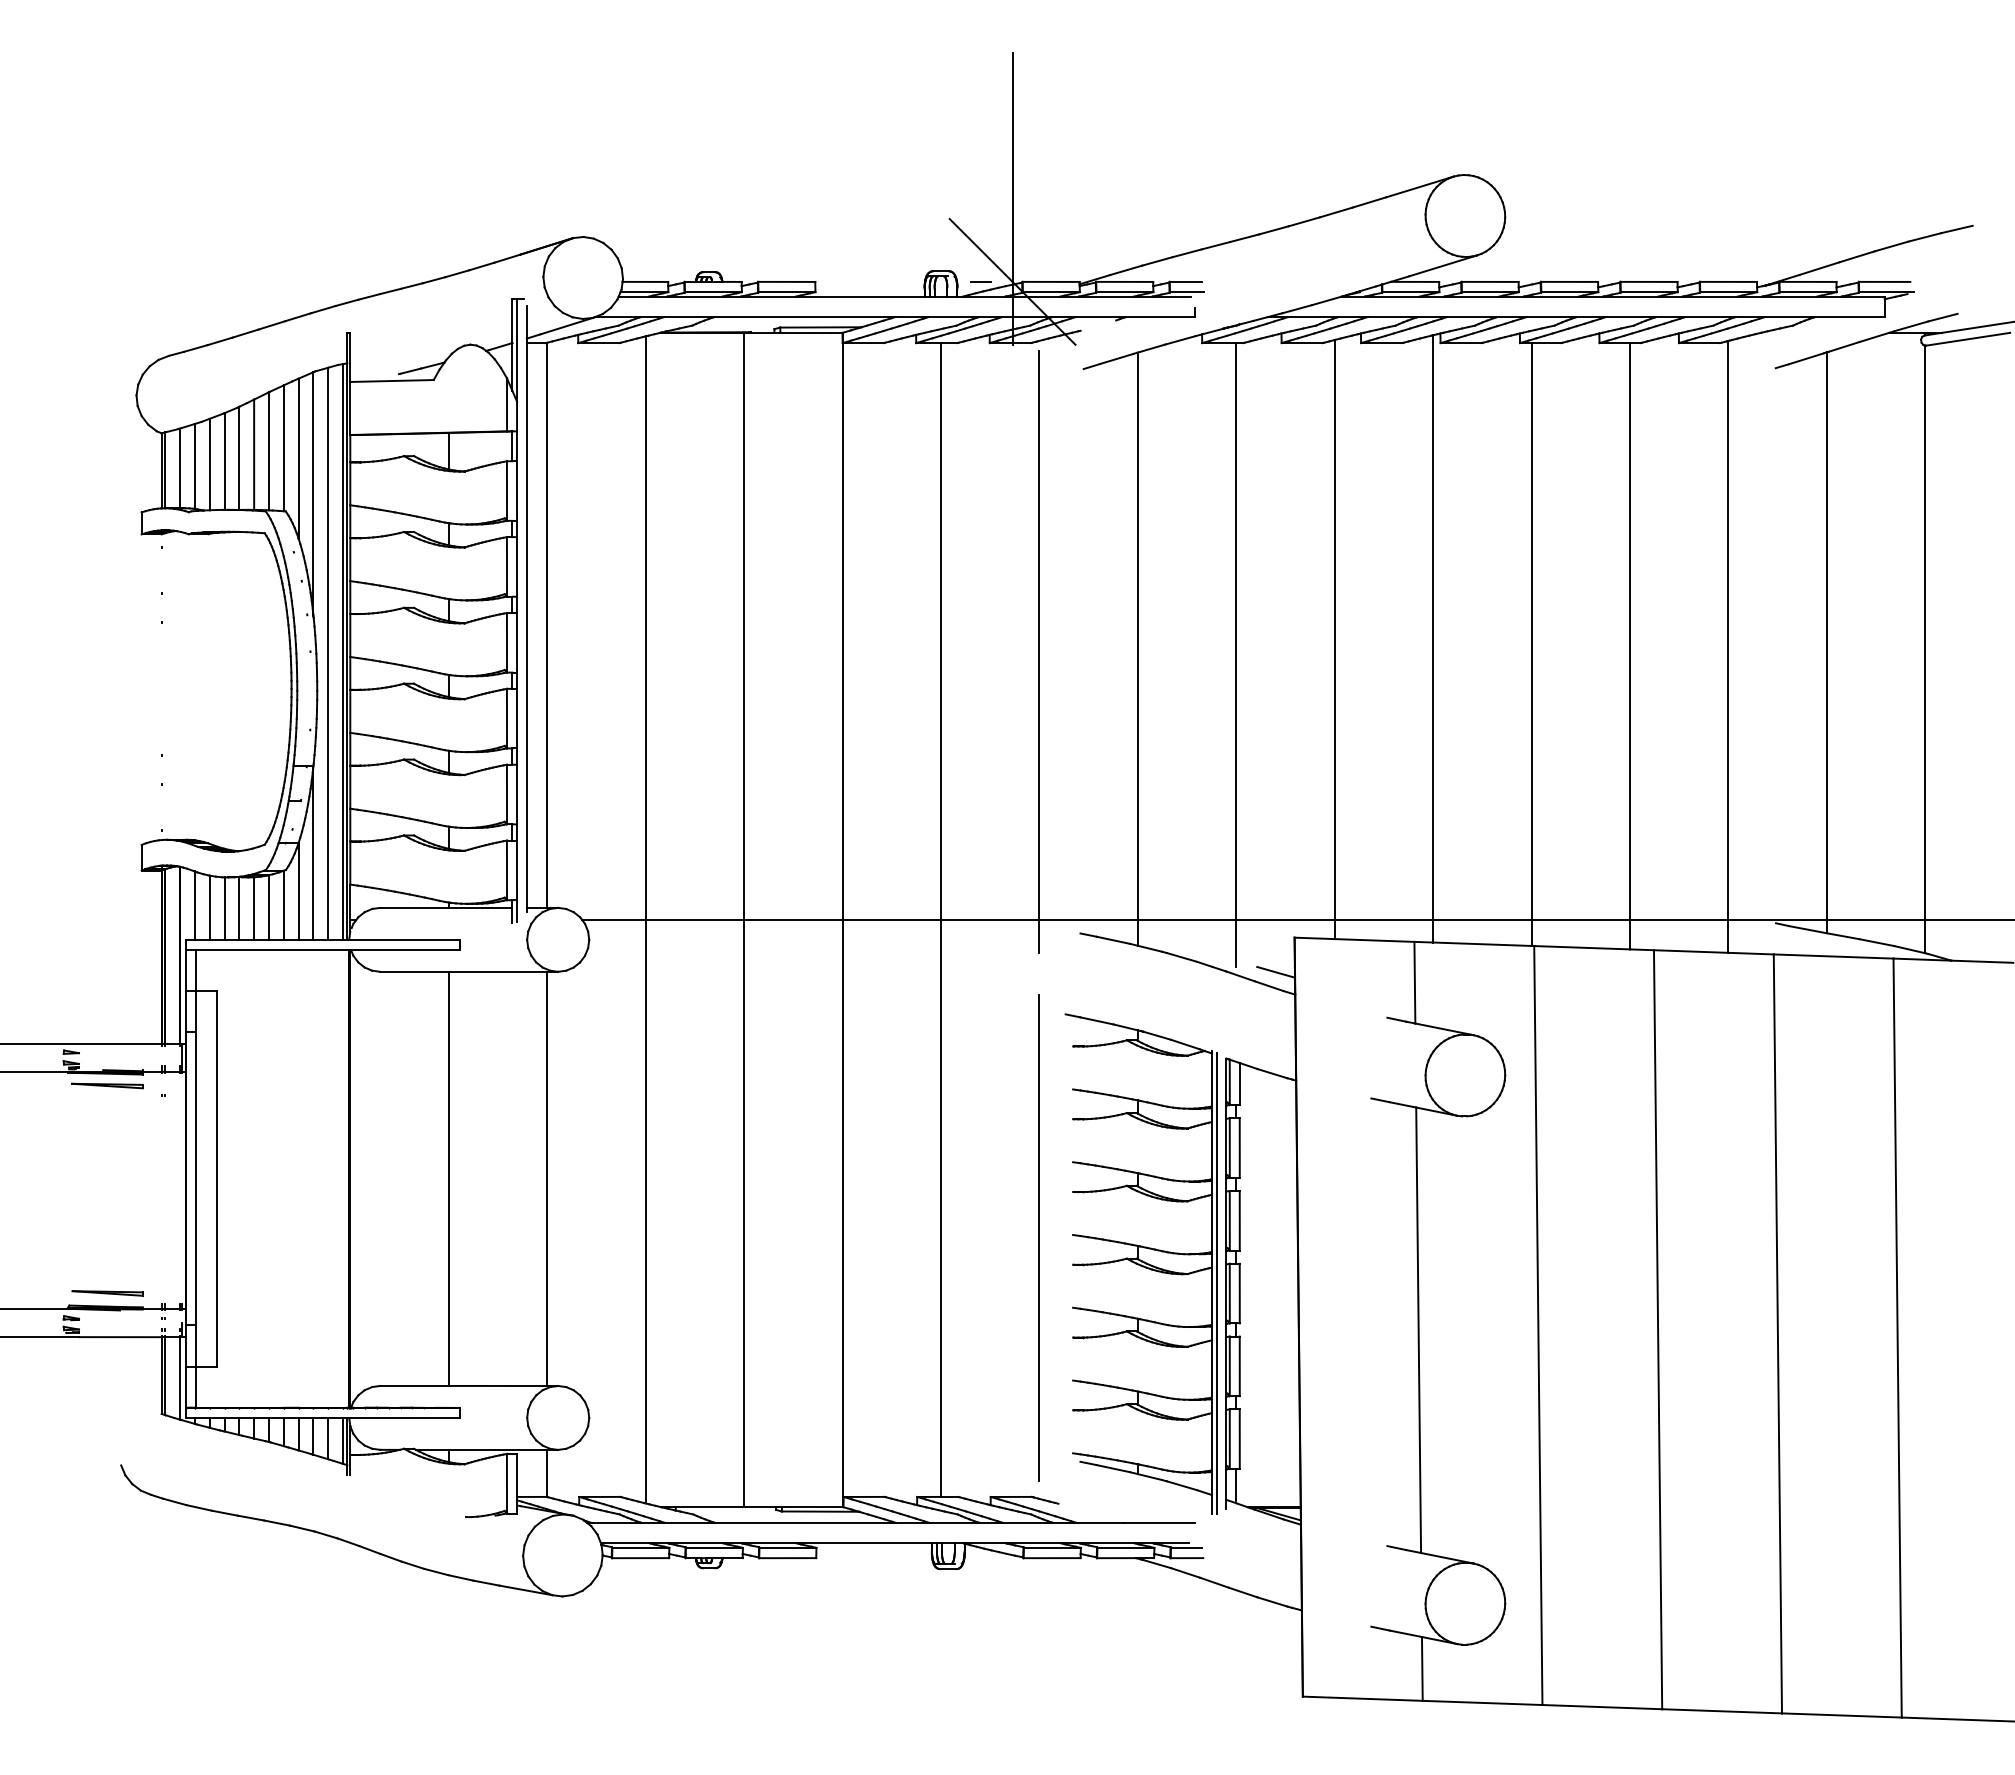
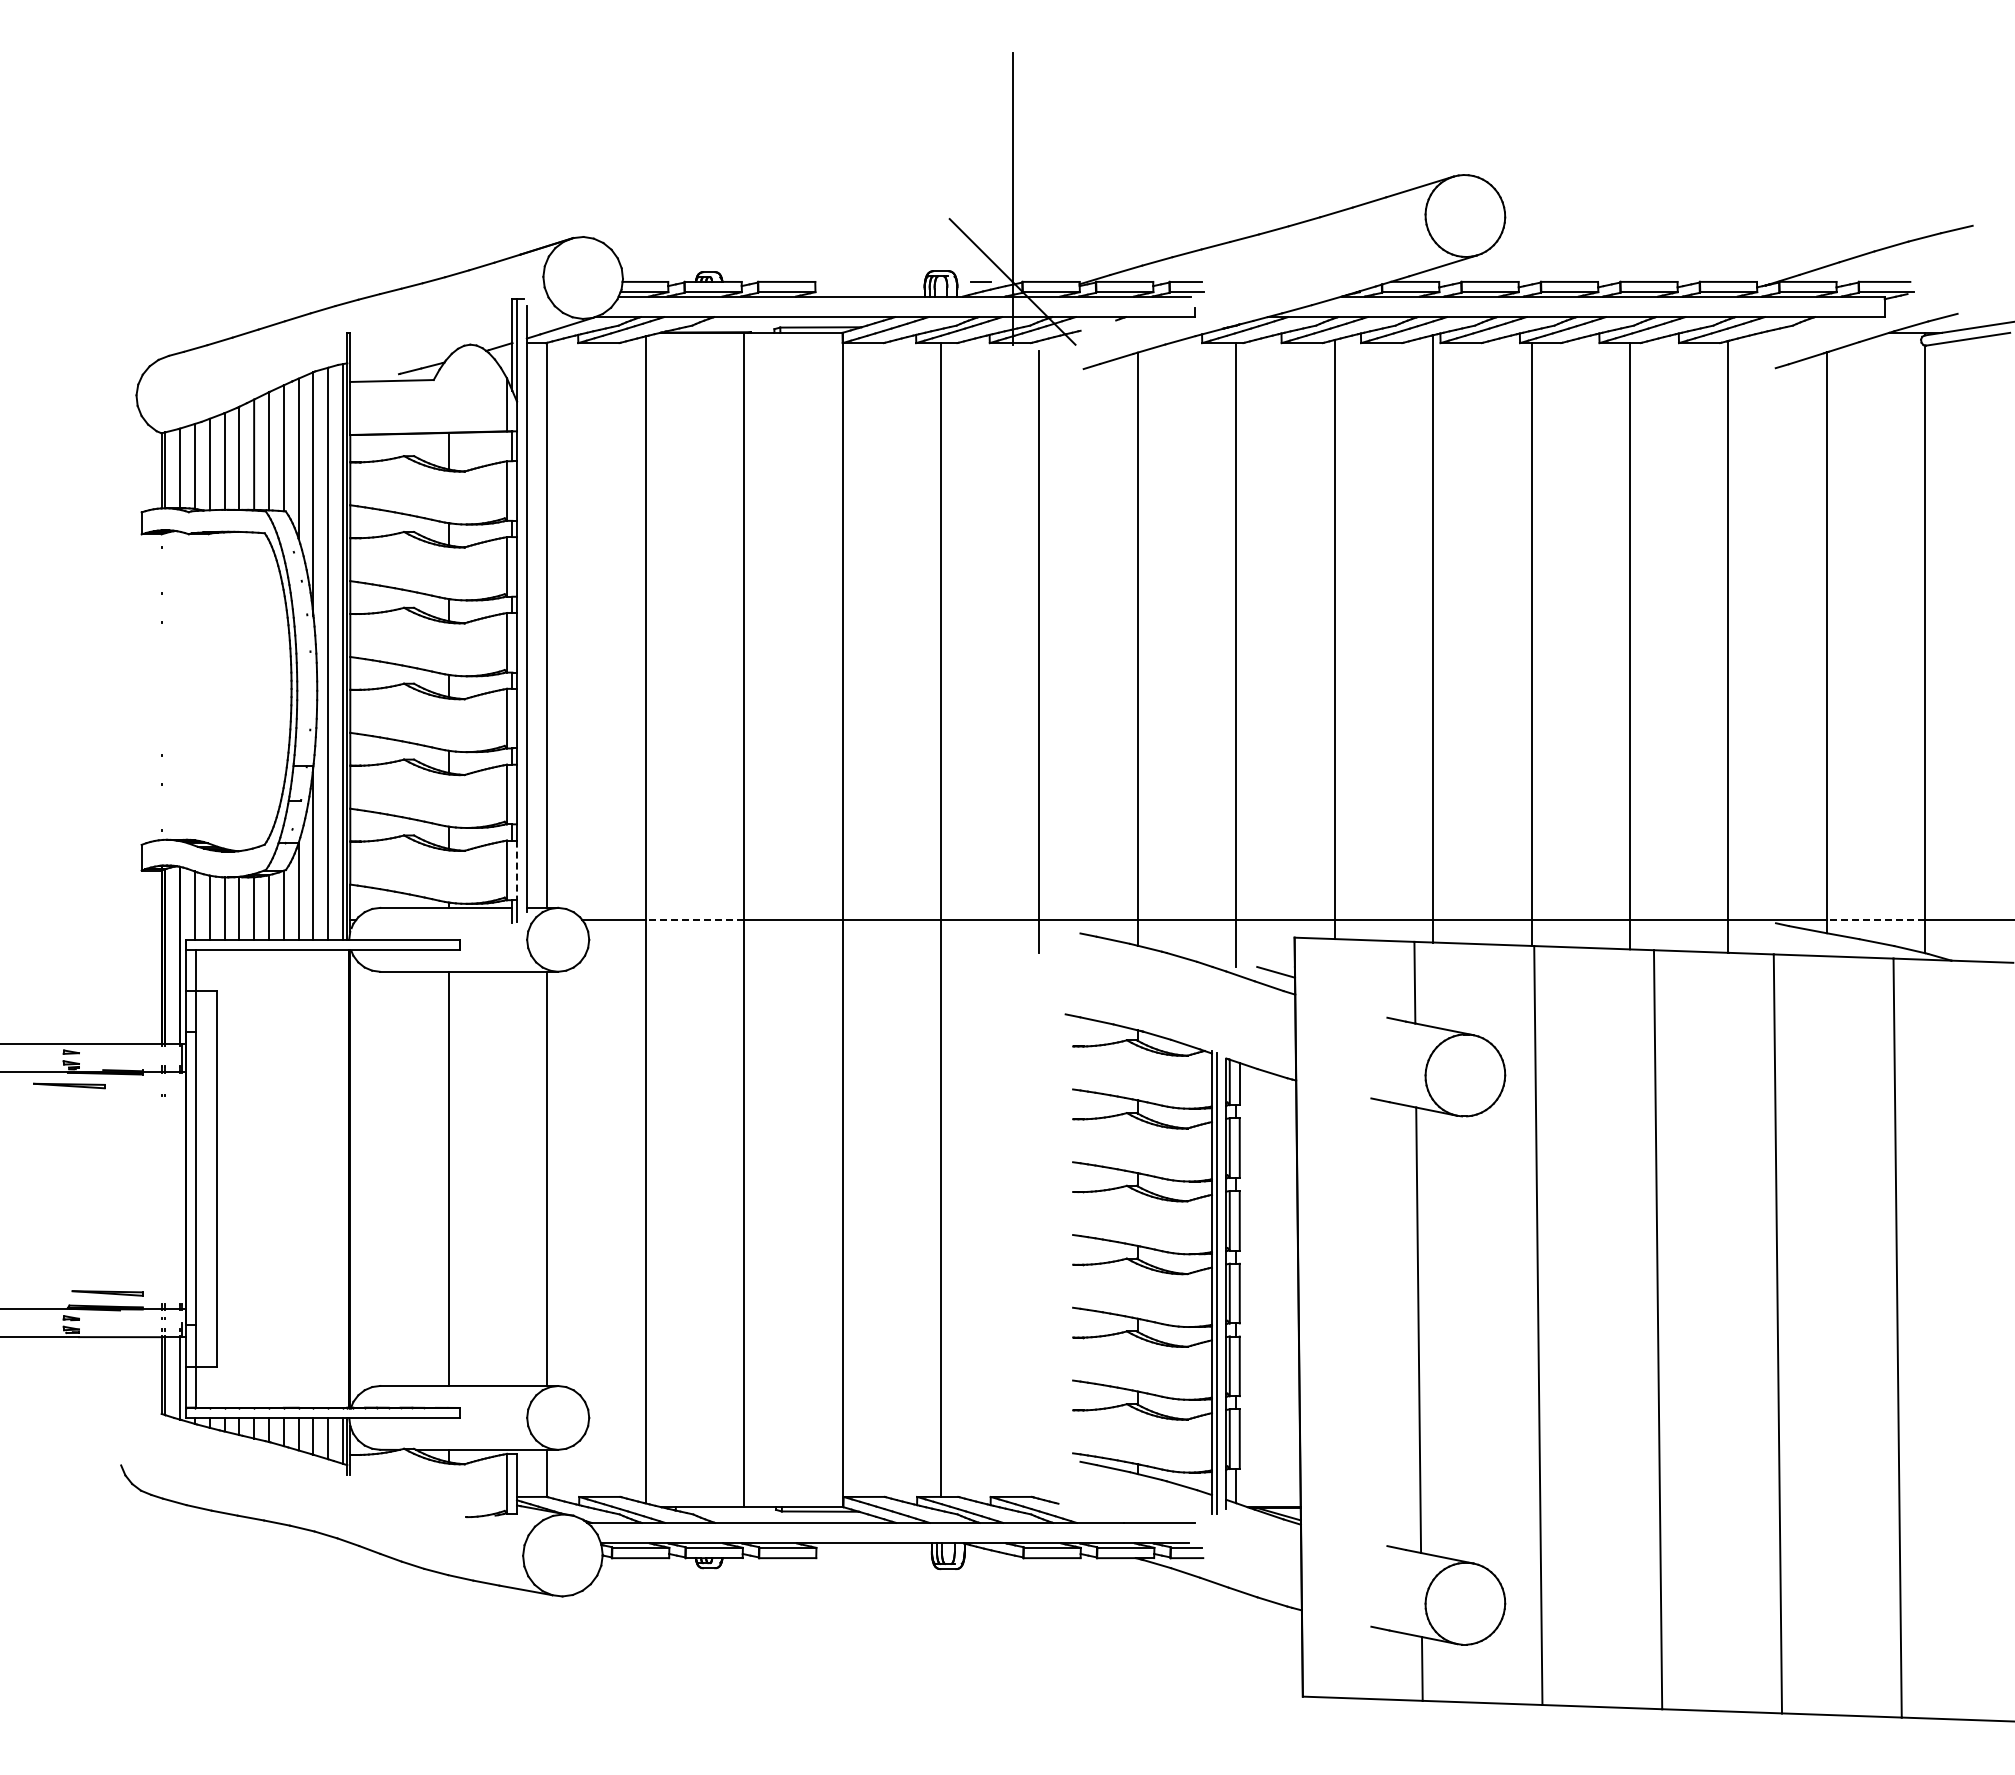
line at (516, 870): solid -> dashed
line at (694, 920): solid -> dashed
line at (1875, 920): solid -> dashed
part at (107, 1085) position: (107, 1085) -> (69, 1085)
line at (1039, 1238): present -> none
